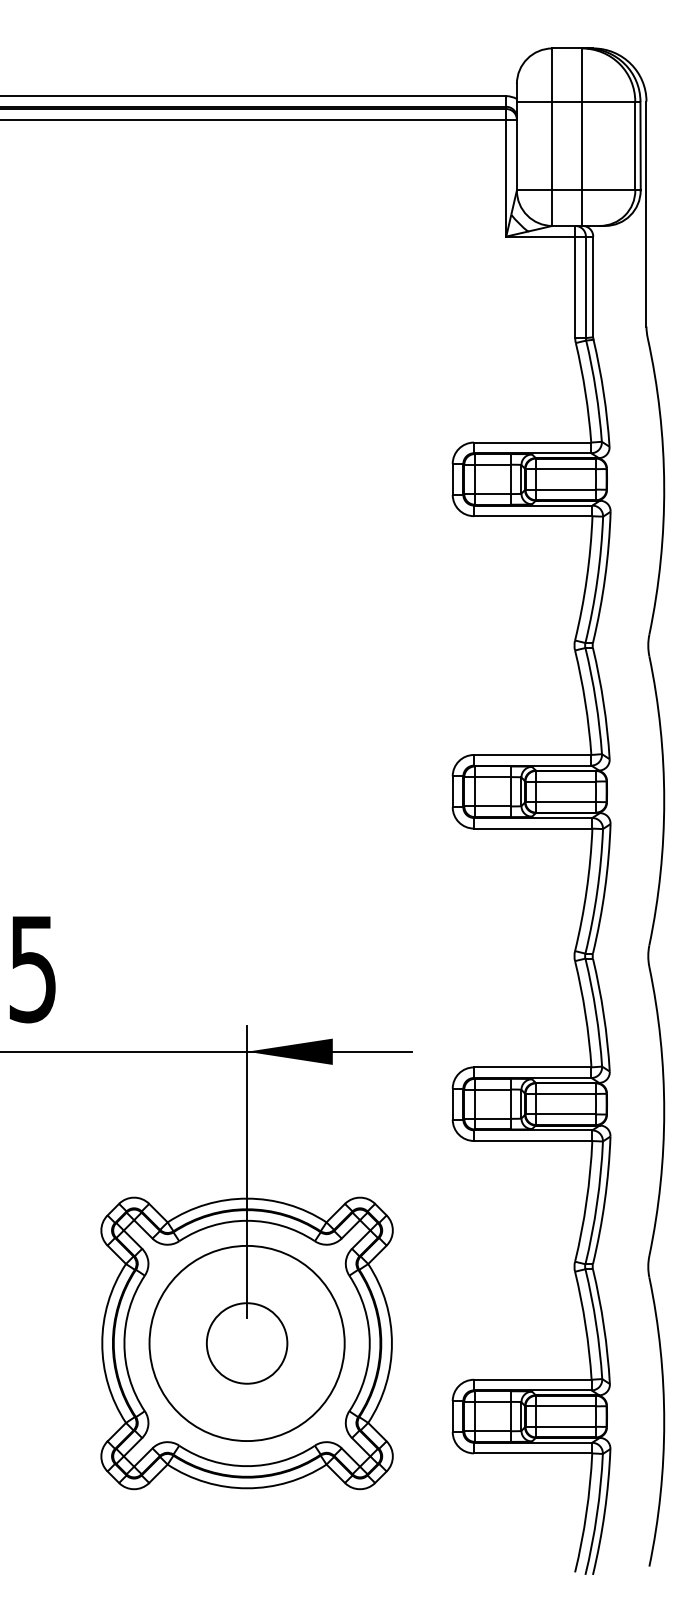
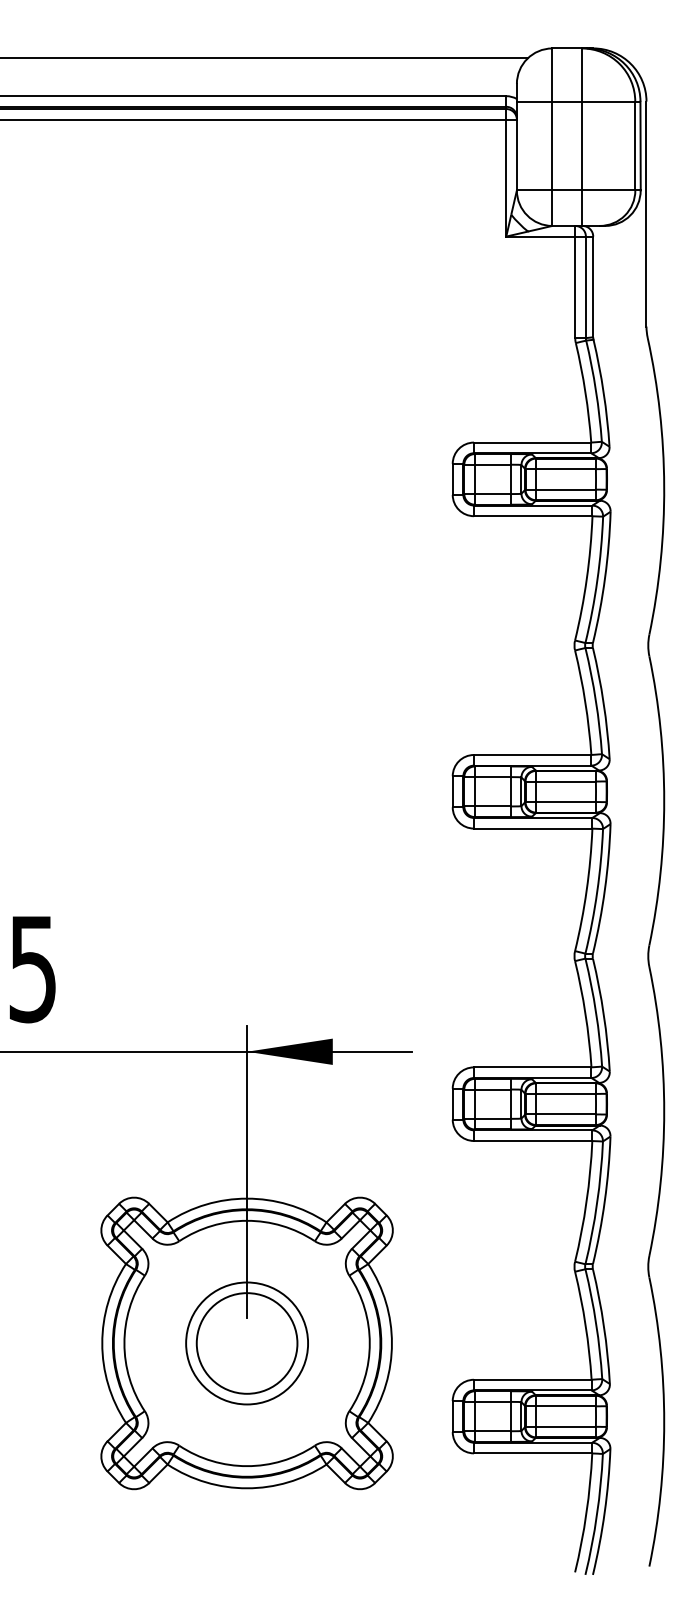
line at (265, 58): none -> present
circle at (246, 1343) diameter: 195 px -> 122 px
circle at (246, 1343) diameter: 81 px -> 101 px
